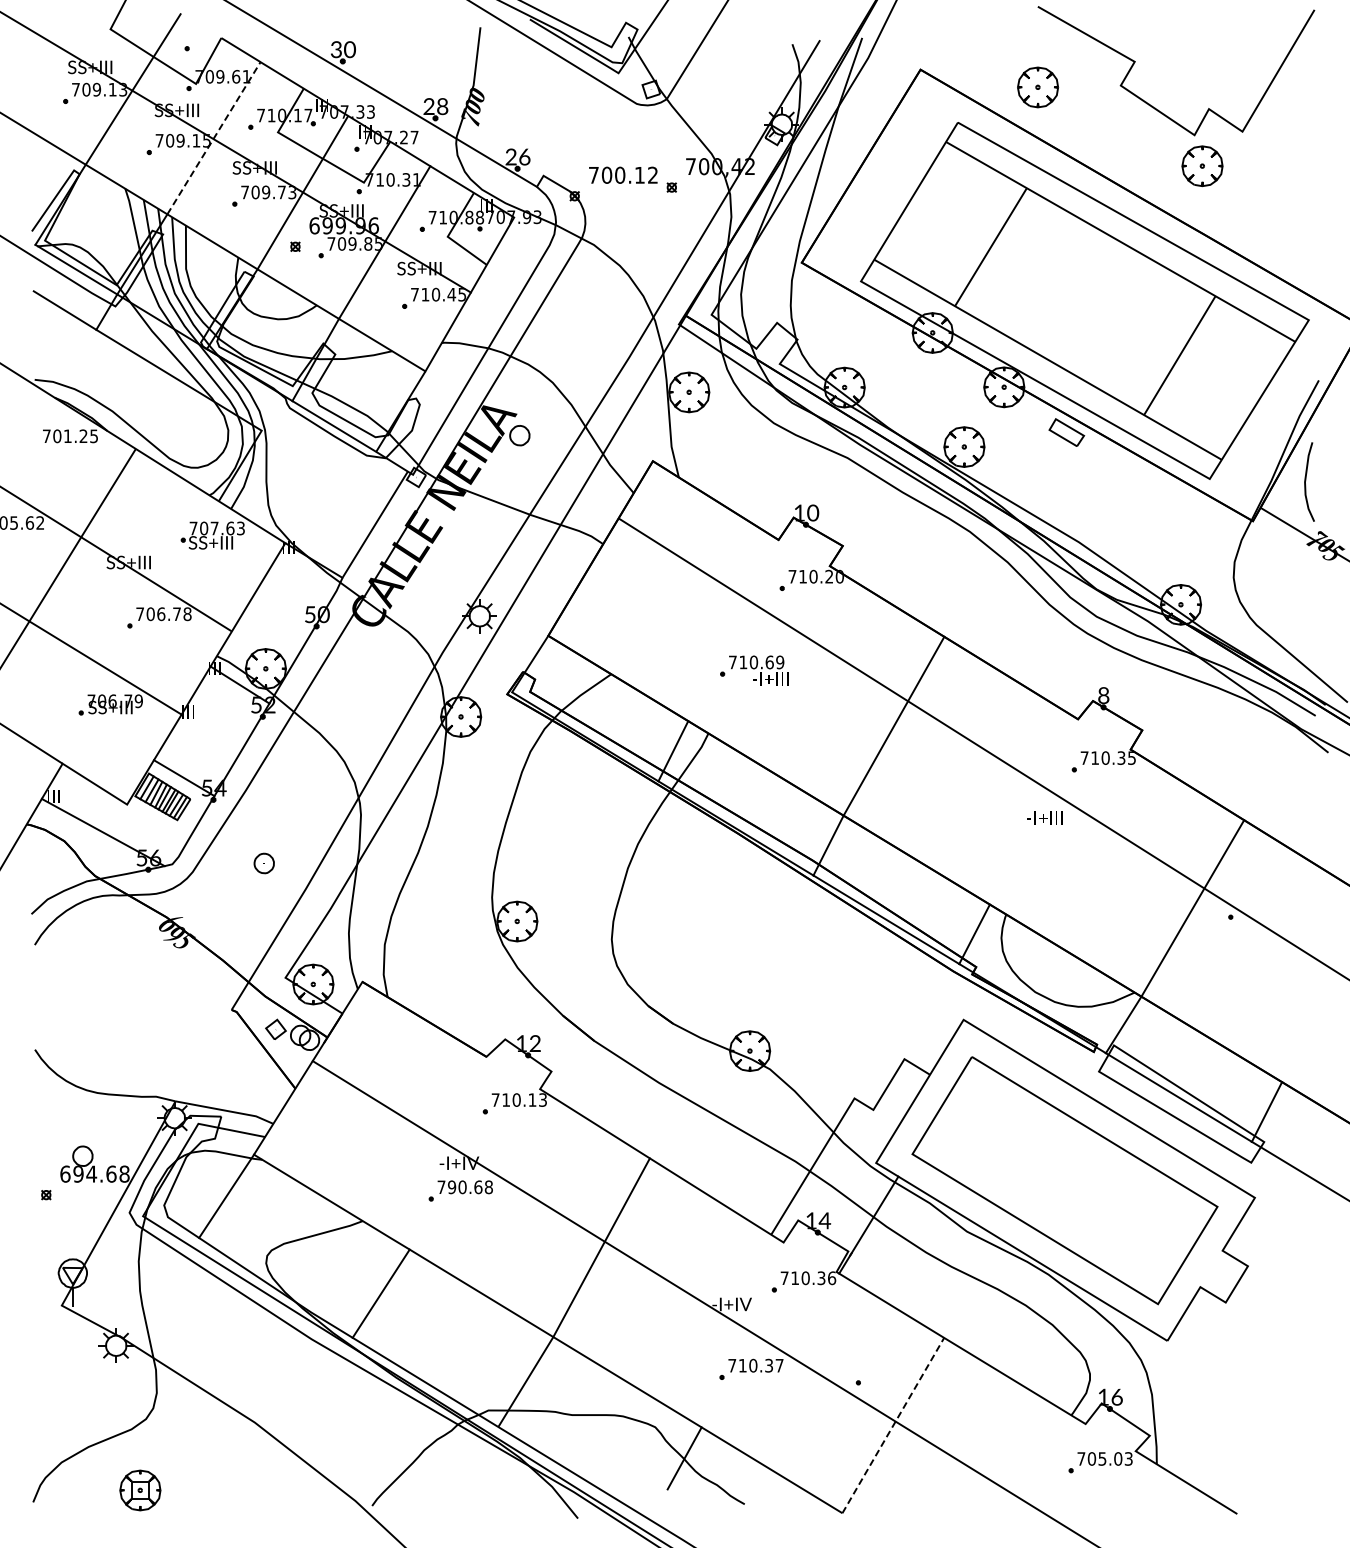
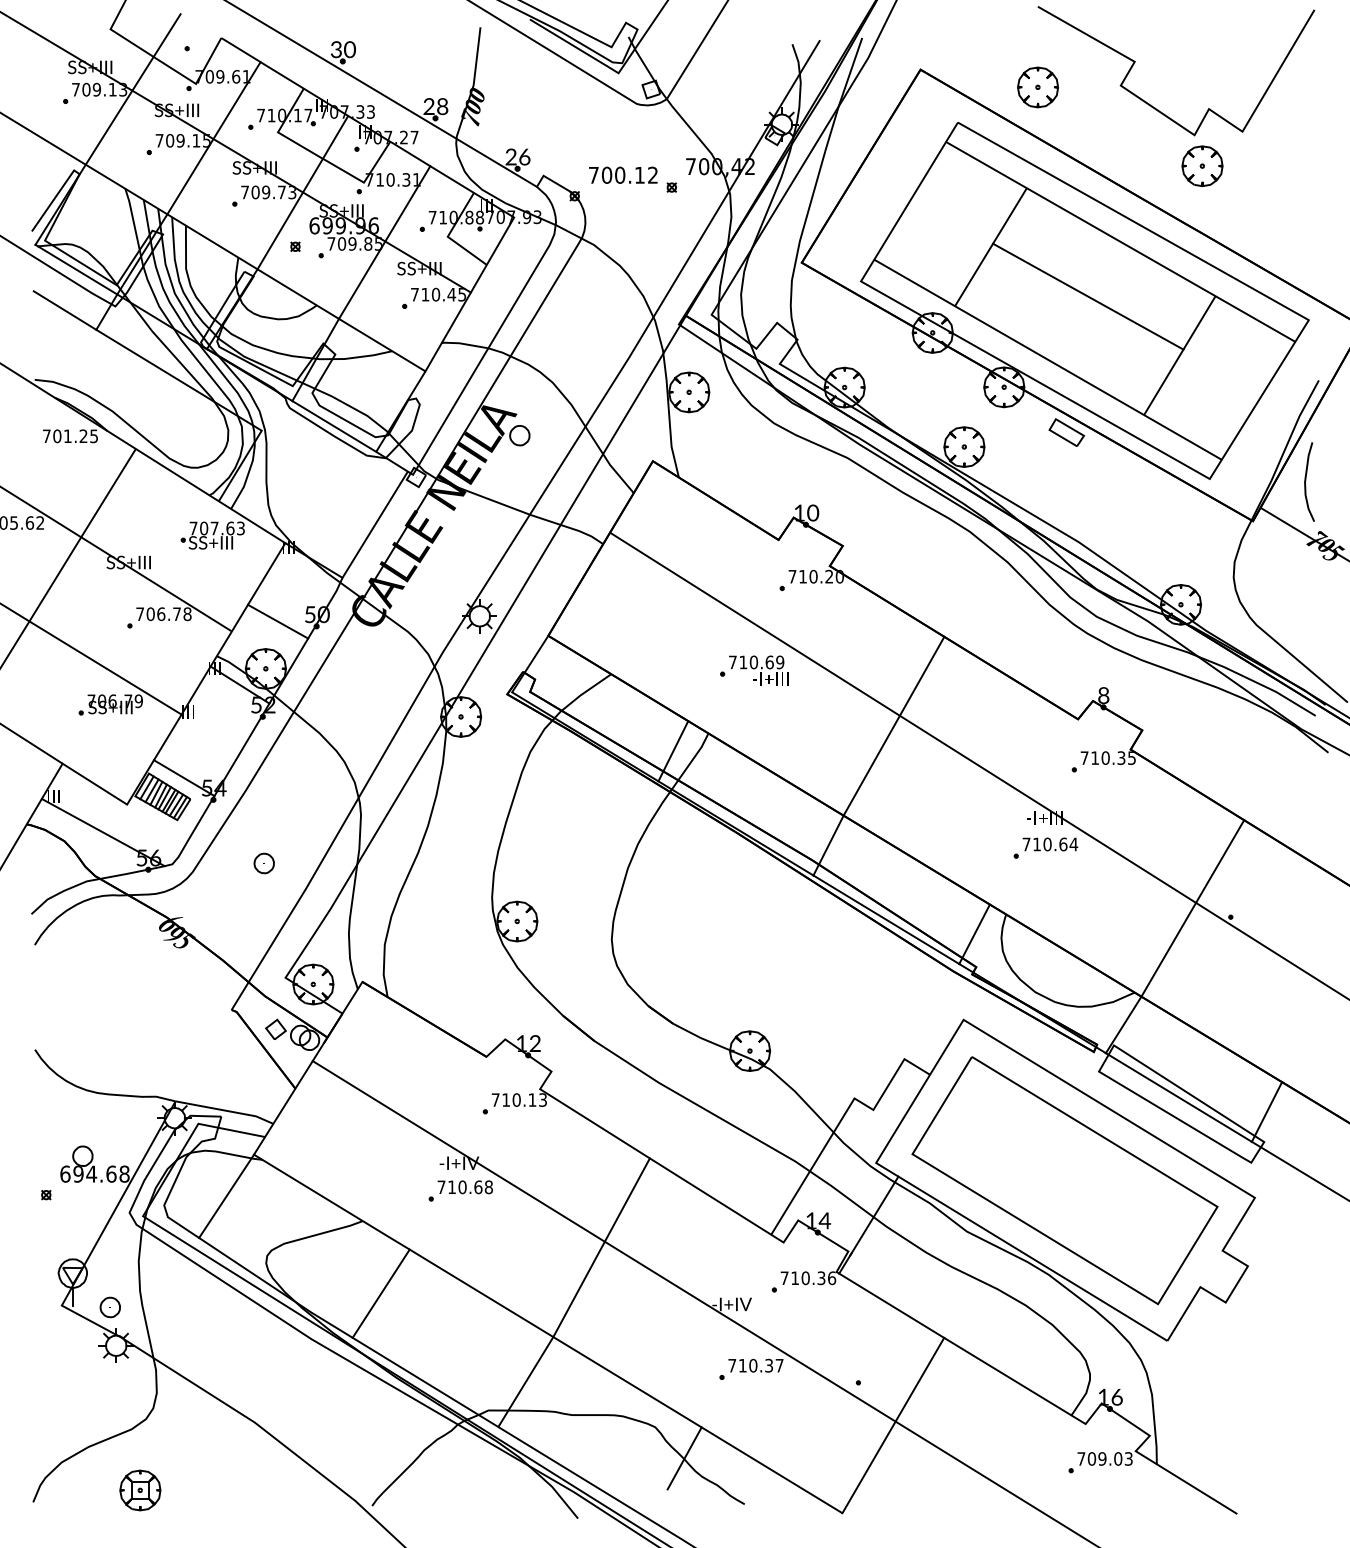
line at (214, 137): dashed -> solid
line at (1088, 296): none -> present
line at (278, 621): none -> present
line at (982, 748) position: (982, 748) -> (978, 765)
part at (1045, 847): none -> present
text at (452, 1187): 790.68 -> 710.68
part at (109, 1307): none -> present
line at (893, 1425): dashed -> solid
text at (1102, 1458): 705.03 -> 709.03
